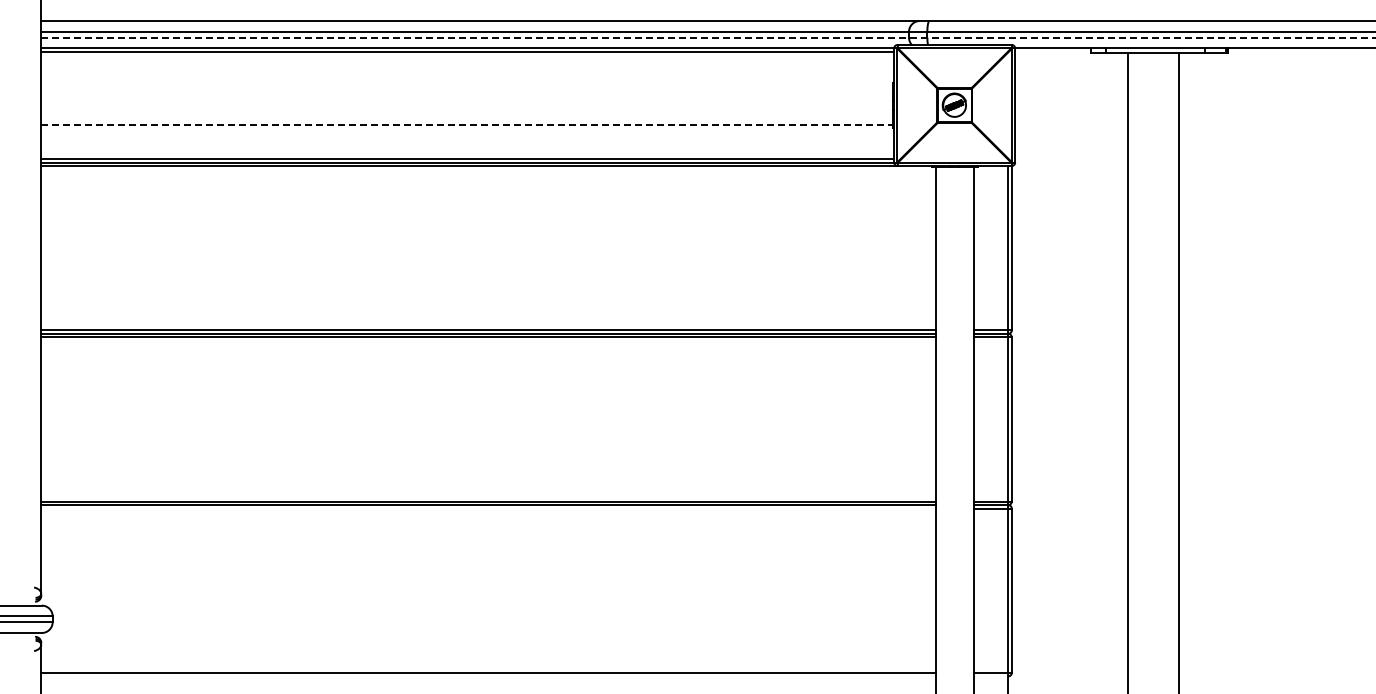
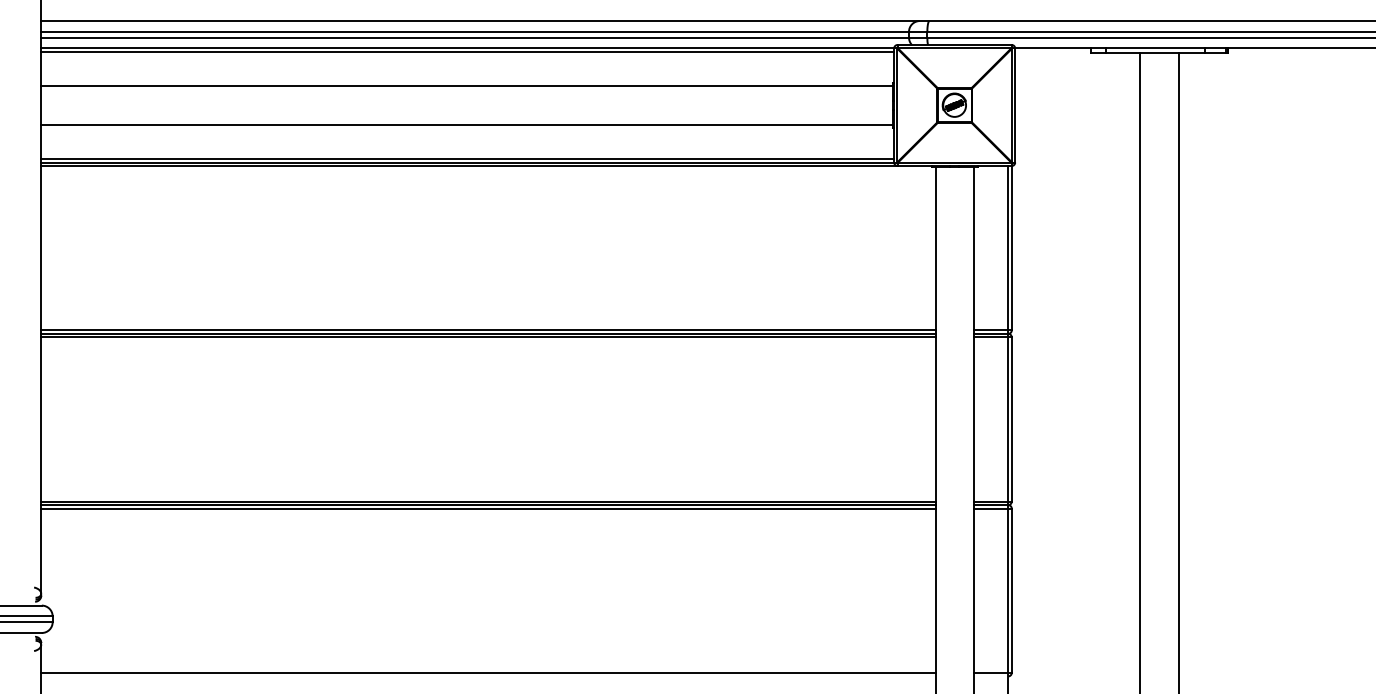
line at (709, 37): dashed -> solid
line at (467, 86): none -> present
line at (467, 124): dashed -> solid
line at (1128, 371) position: (1128, 371) -> (1140, 371)
line at (488, 508): none -> present
